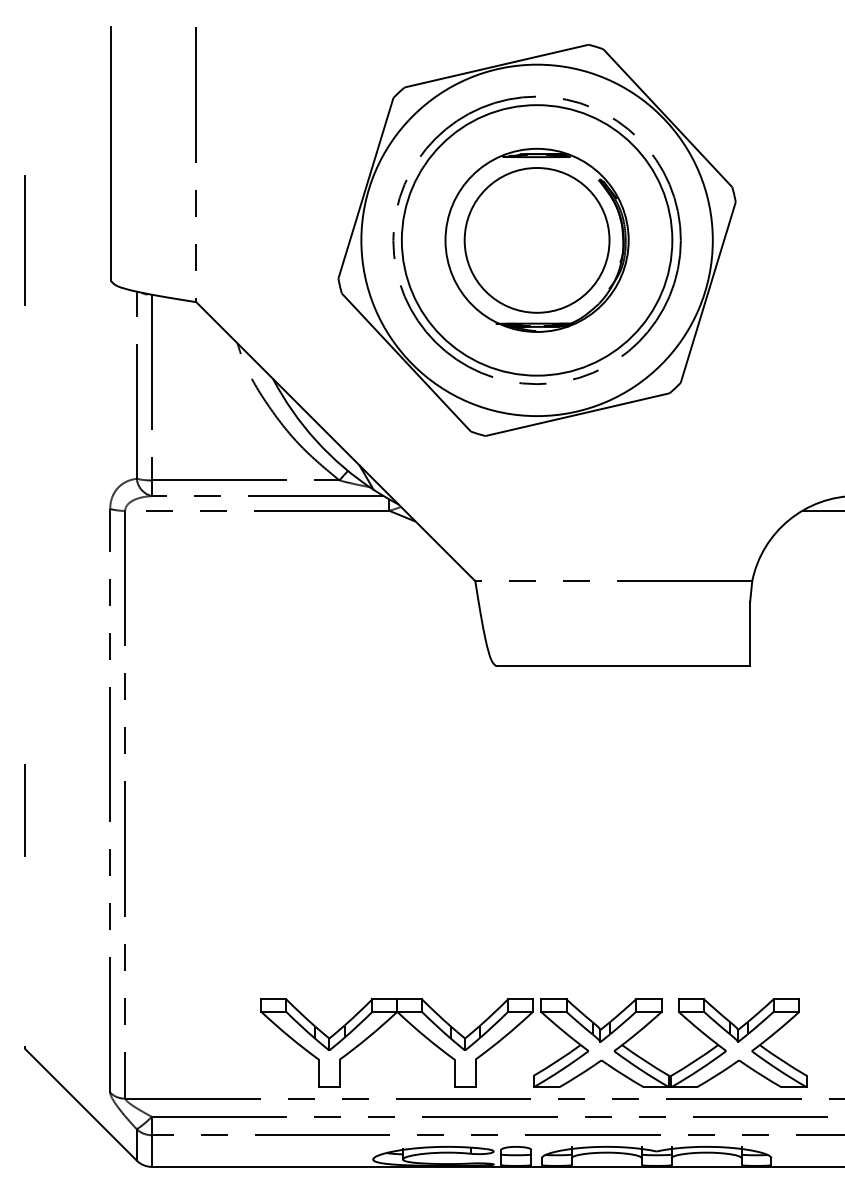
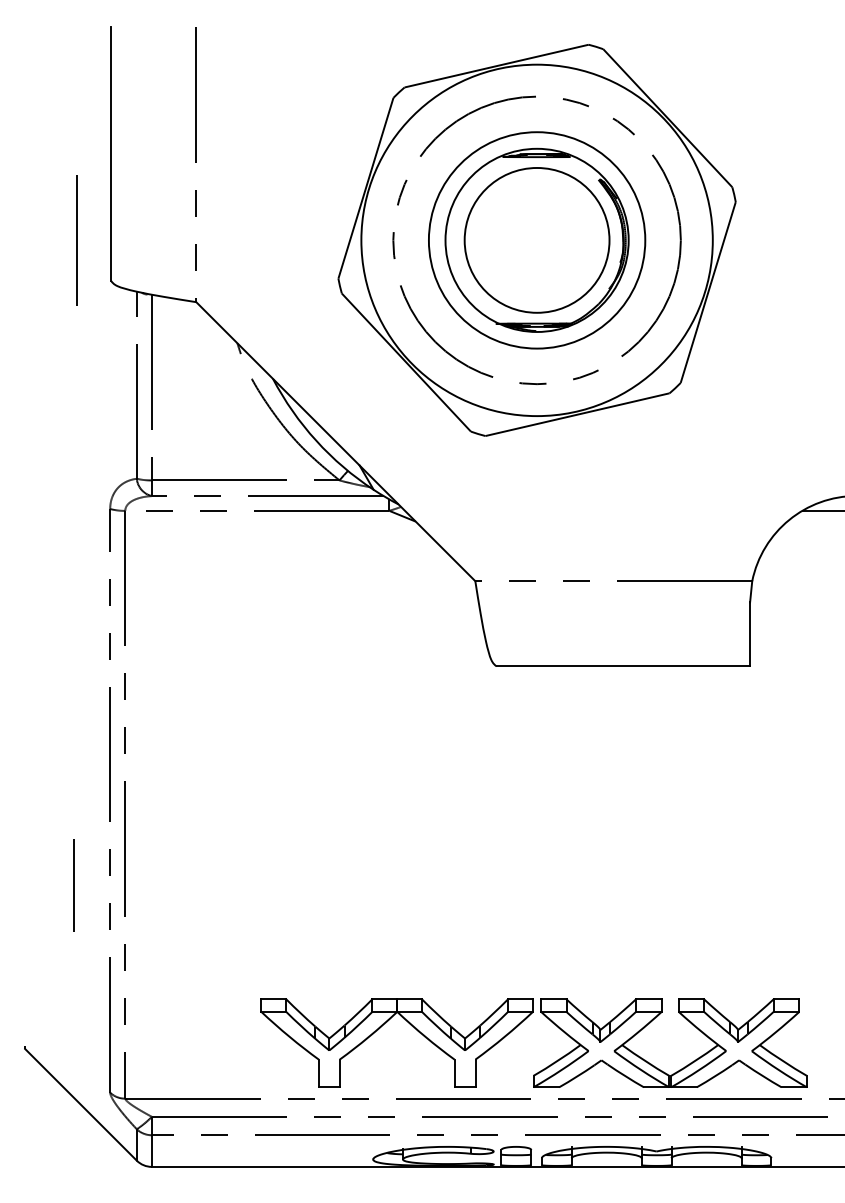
line at (24, 240) position: (24, 240) -> (76, 240)
circle at (536, 240) diameter: 270 px -> 216 px
line at (24, 810) position: (24, 810) -> (73, 885)
